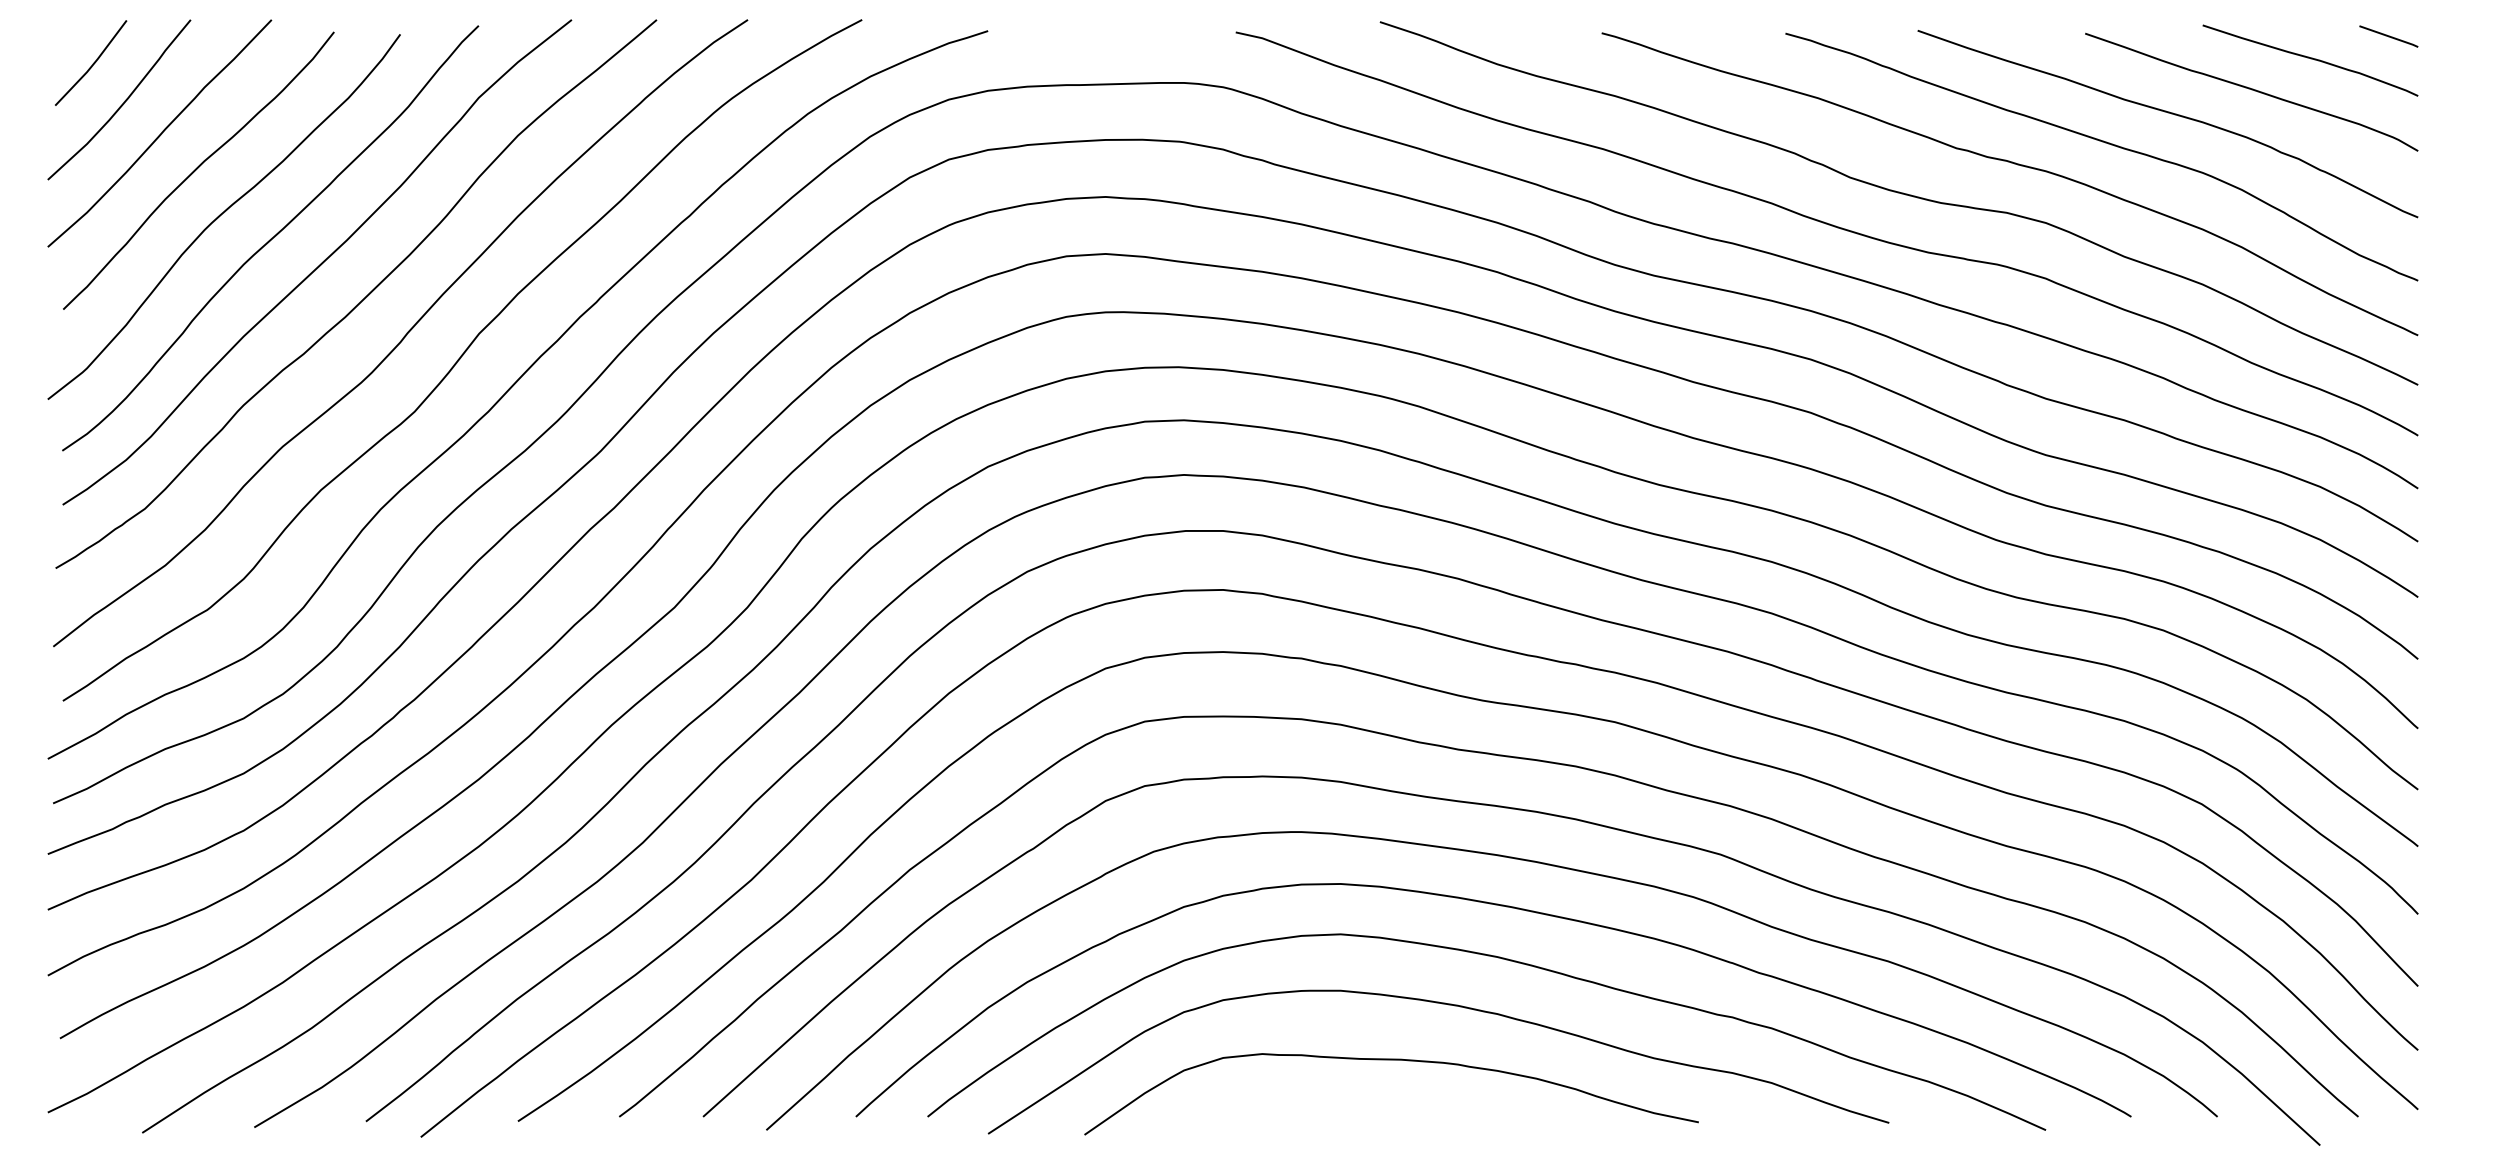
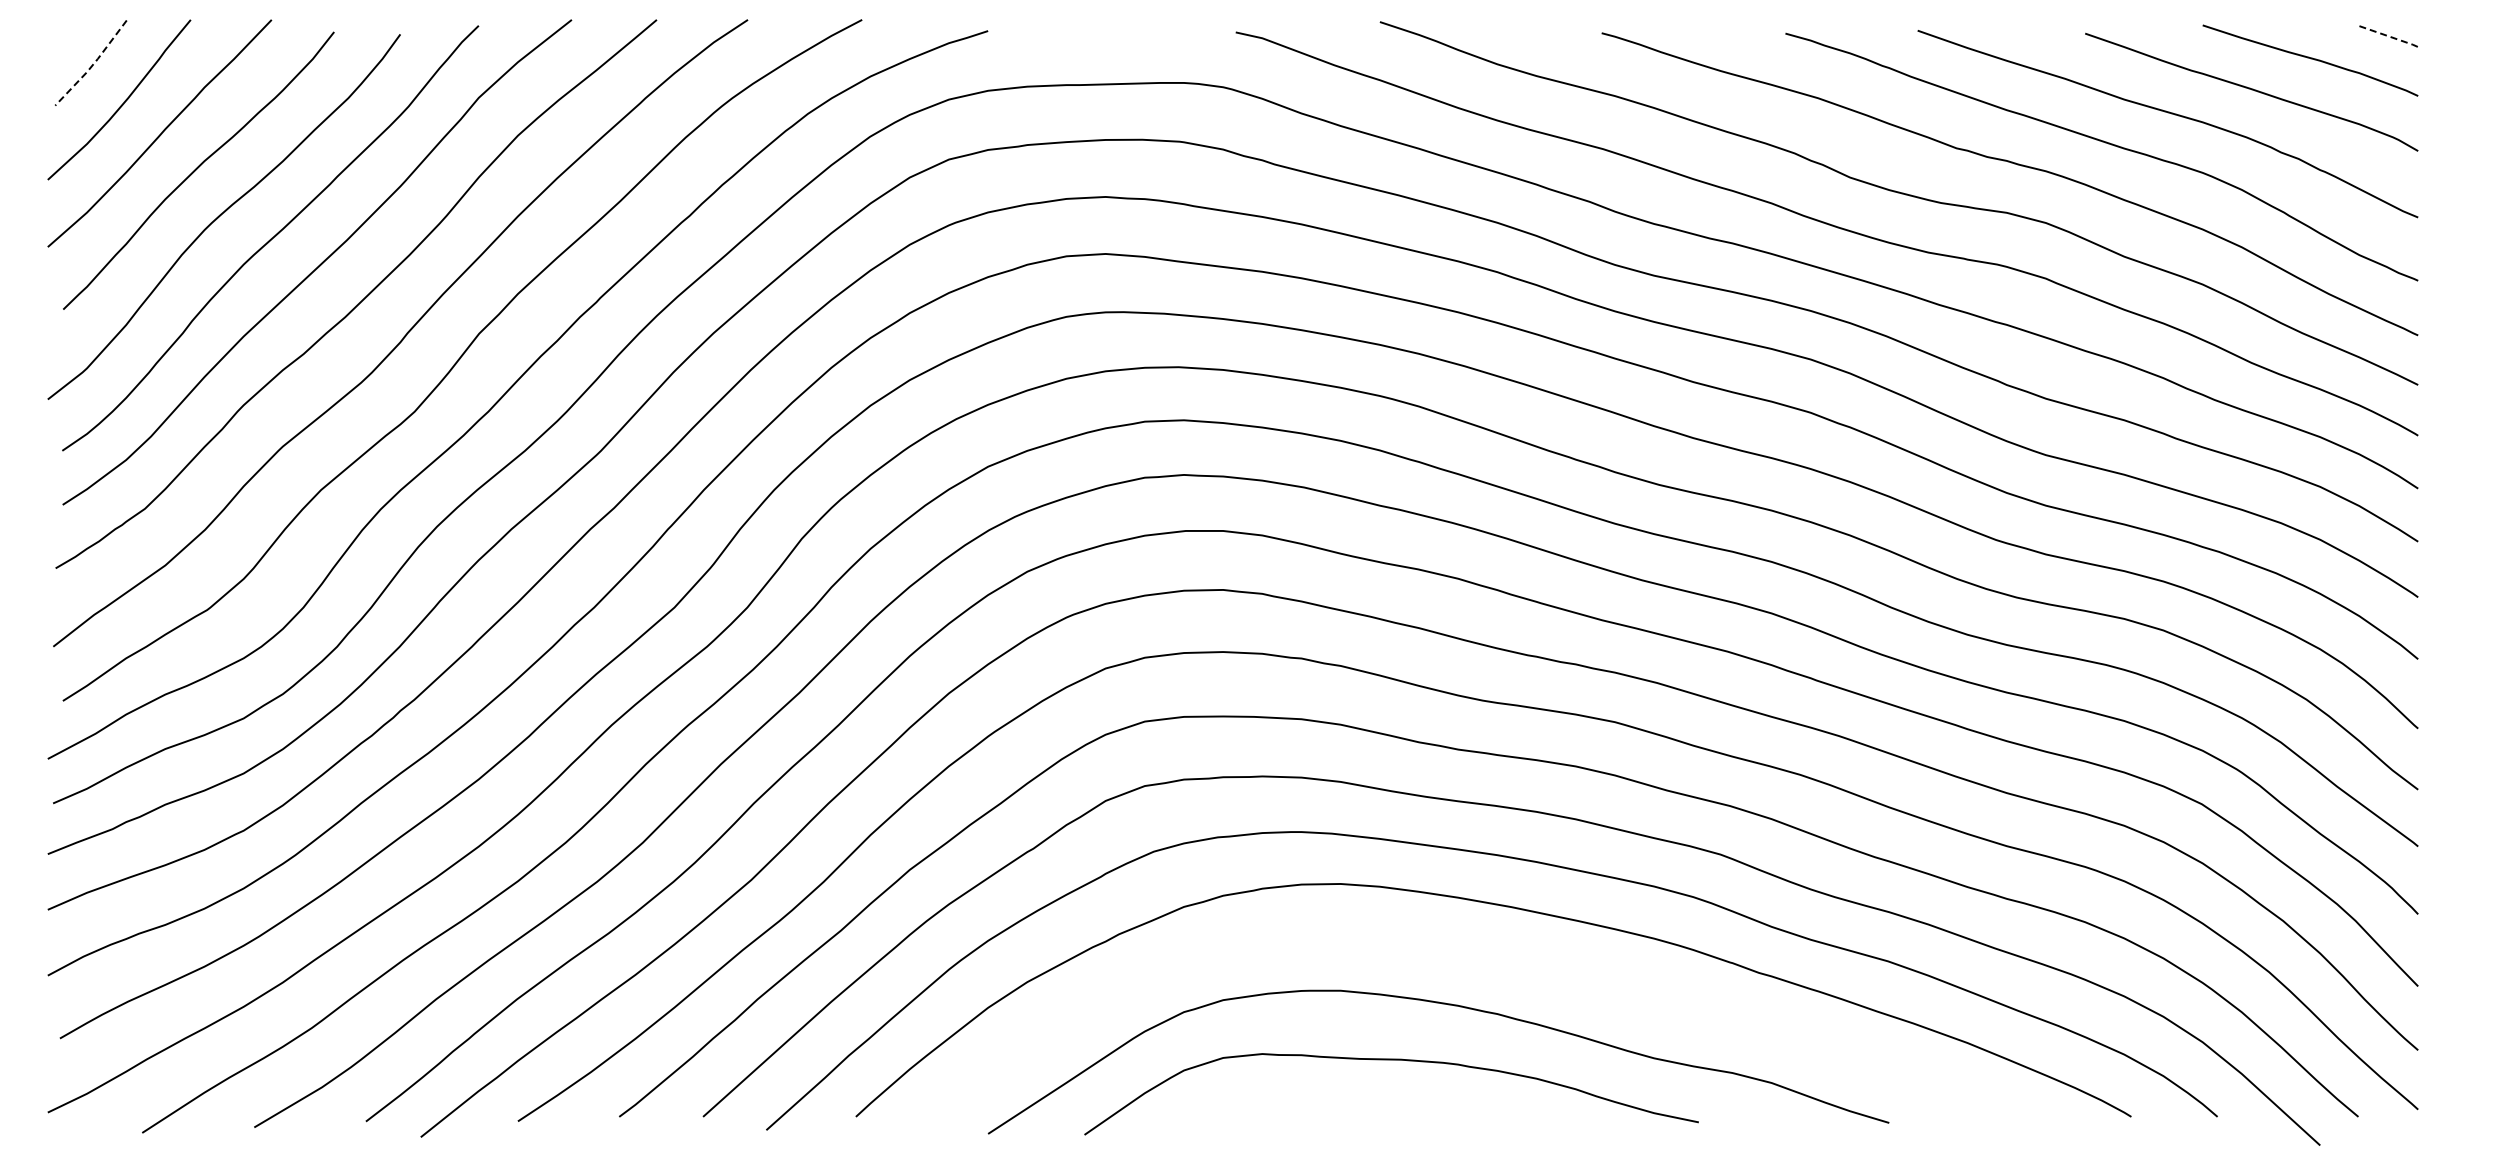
line at (2389, 36): solid -> dashed
line at (92, 65): solid -> dashed
curve at (1502, 959): present -> none
